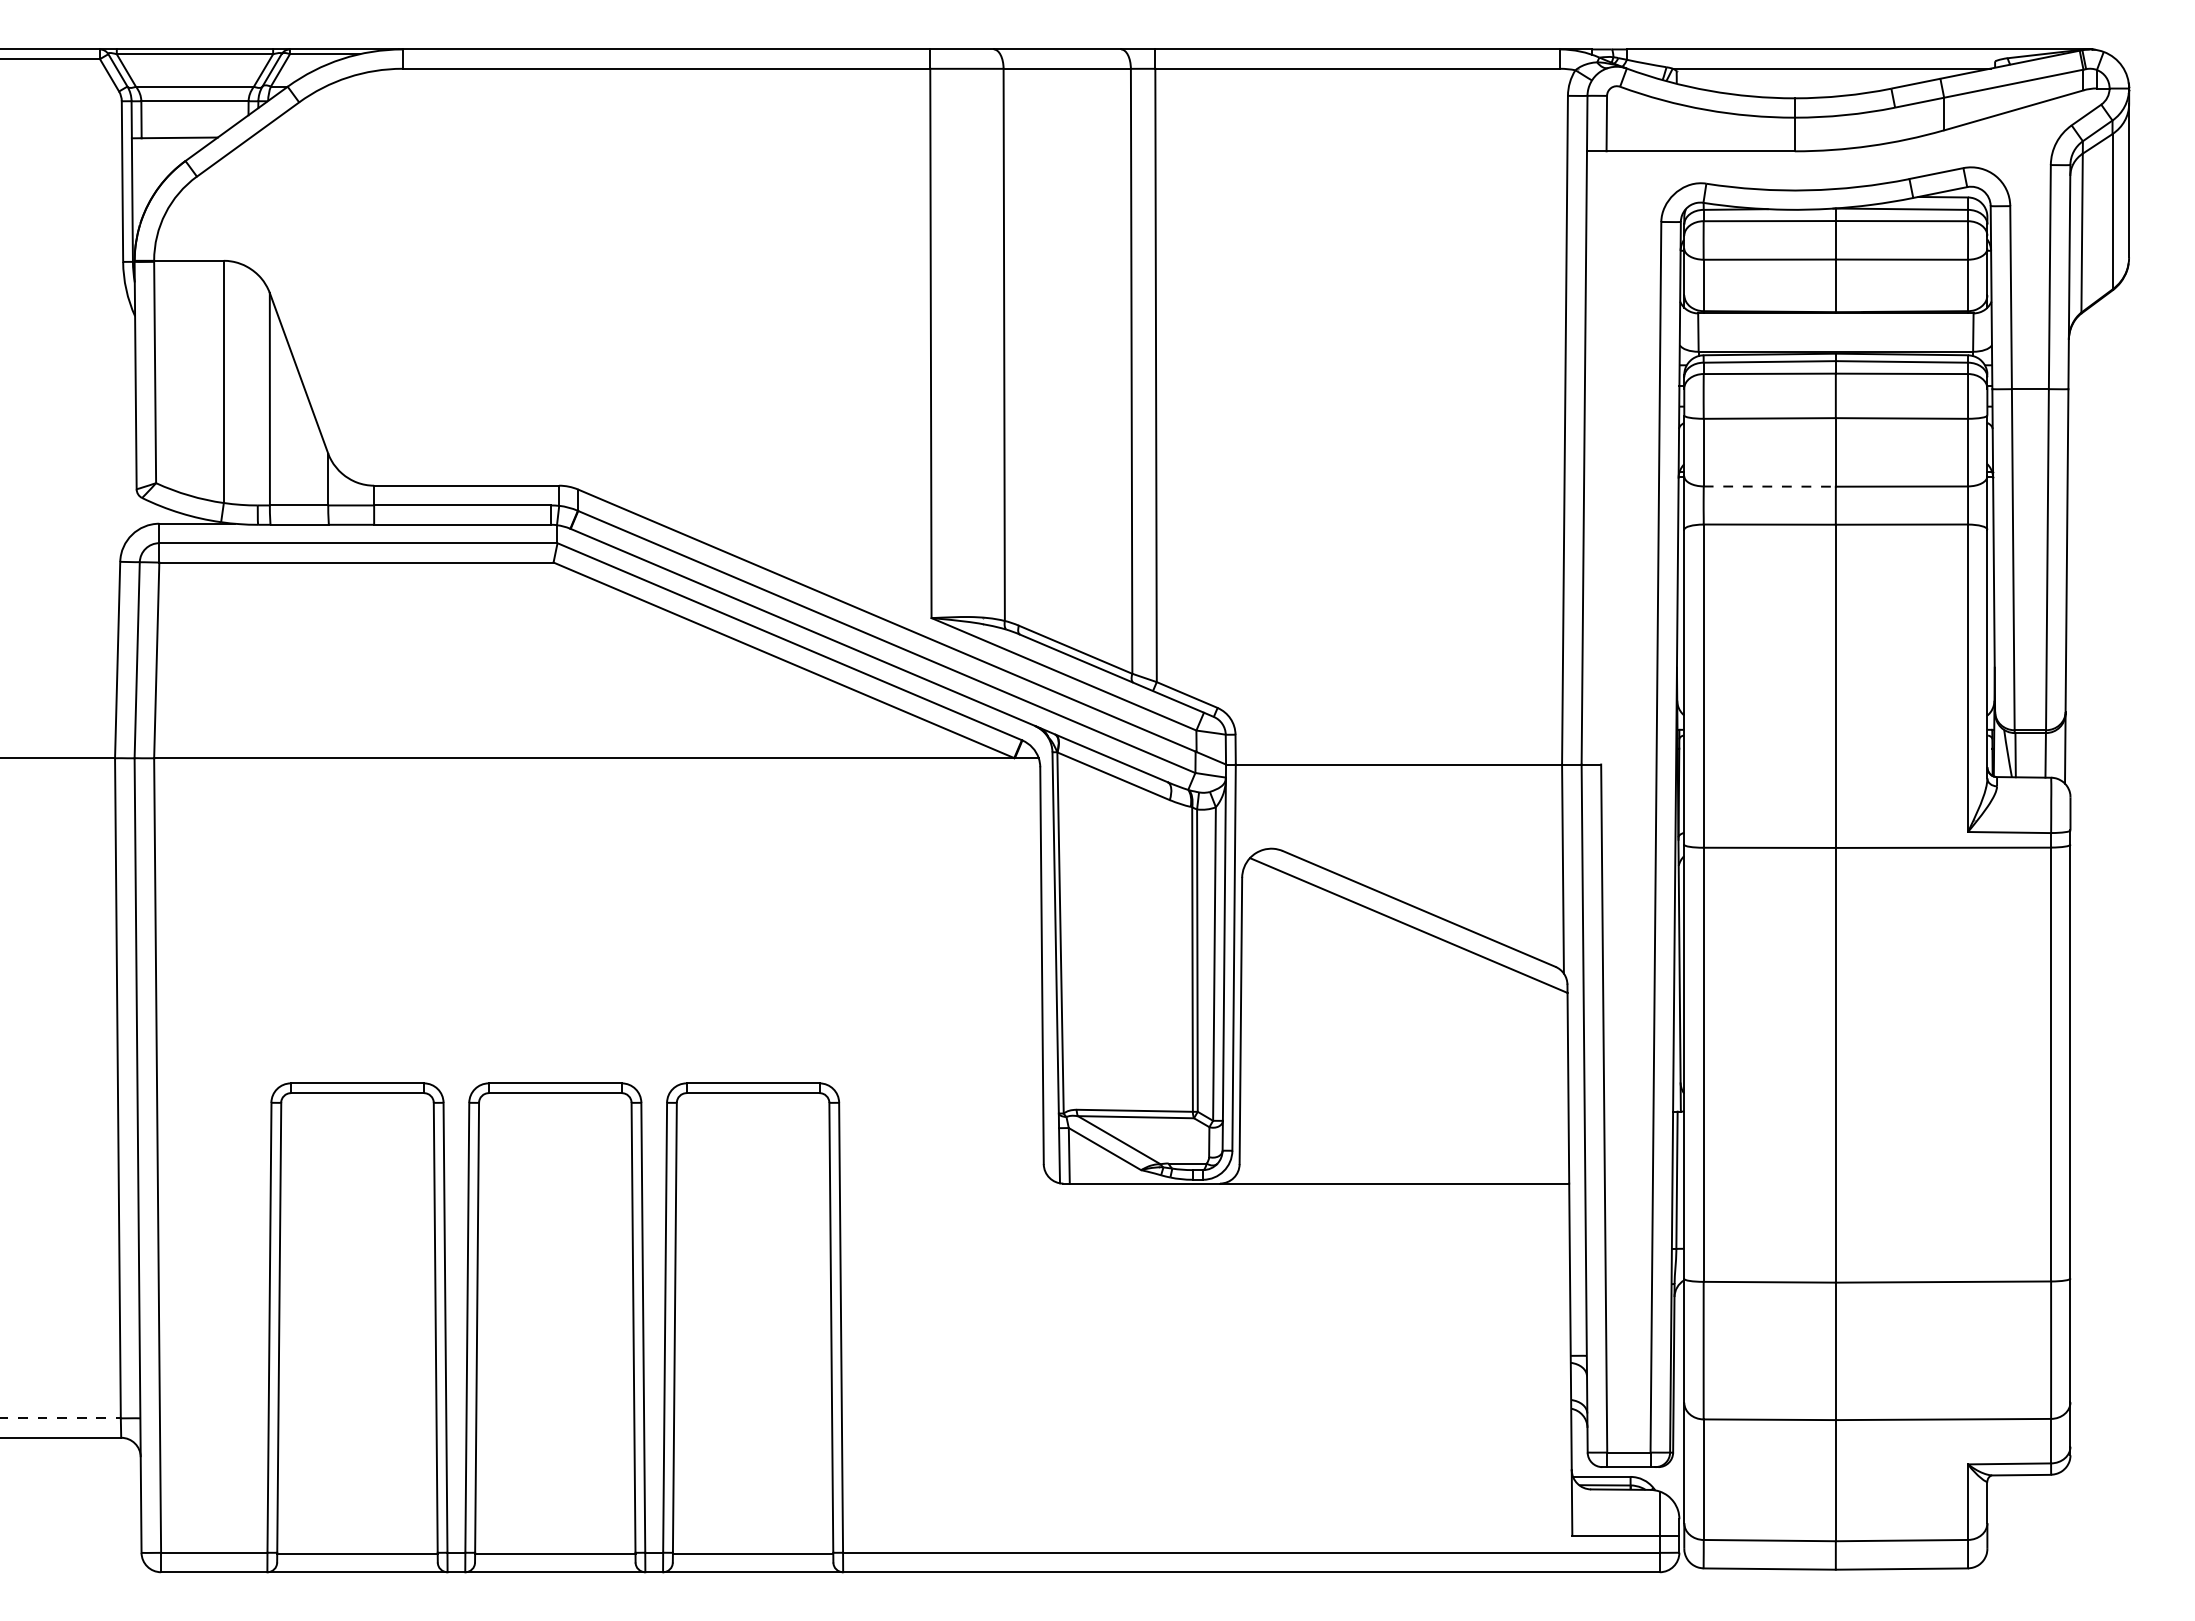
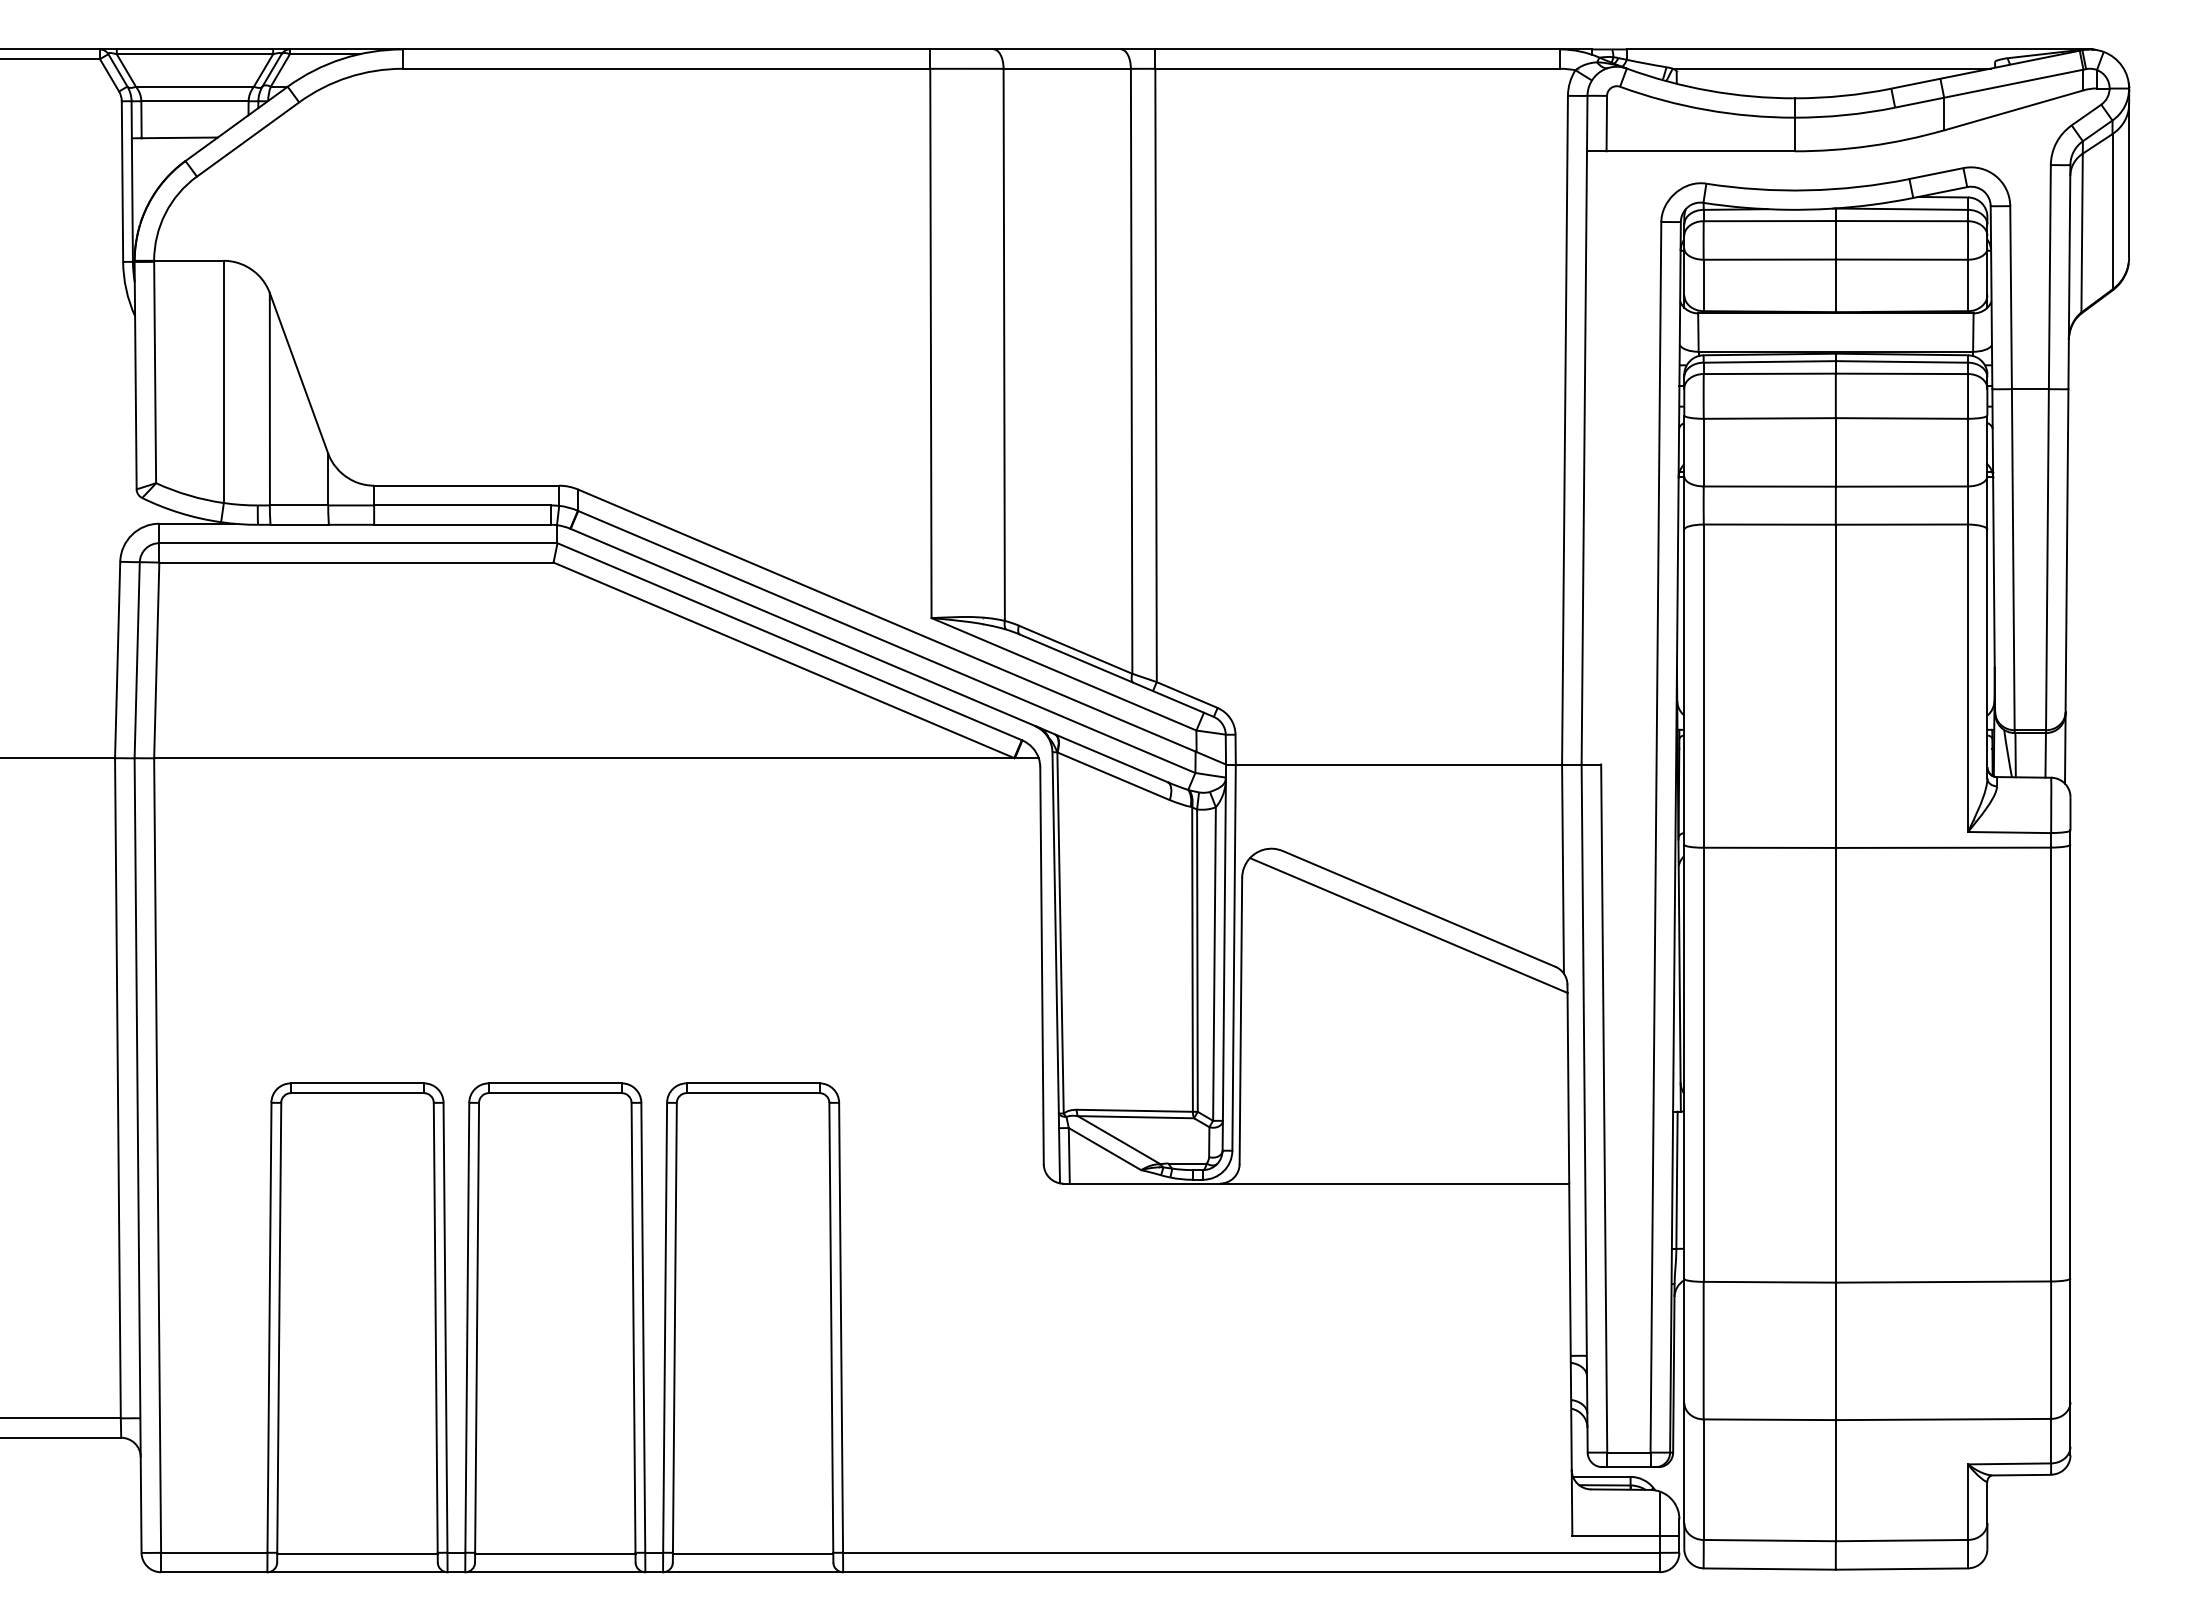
line at (1770, 486): dashed -> solid
line at (60, 1418): dashed -> solid
